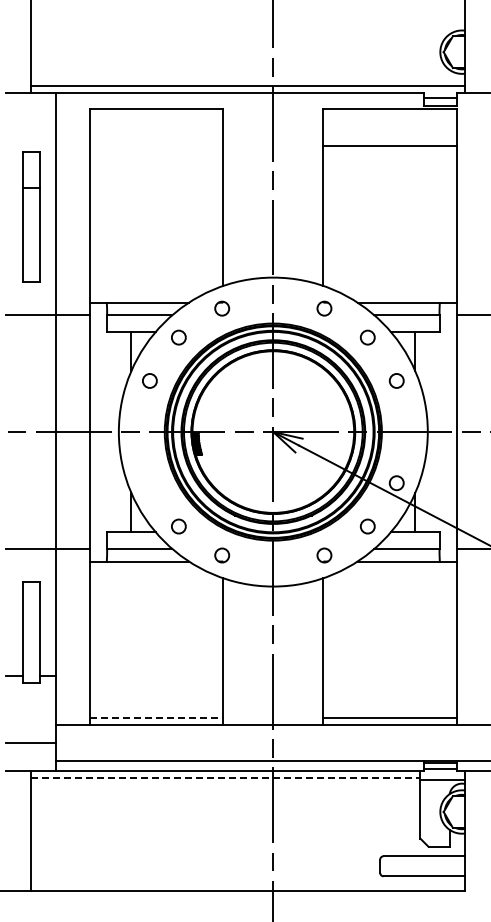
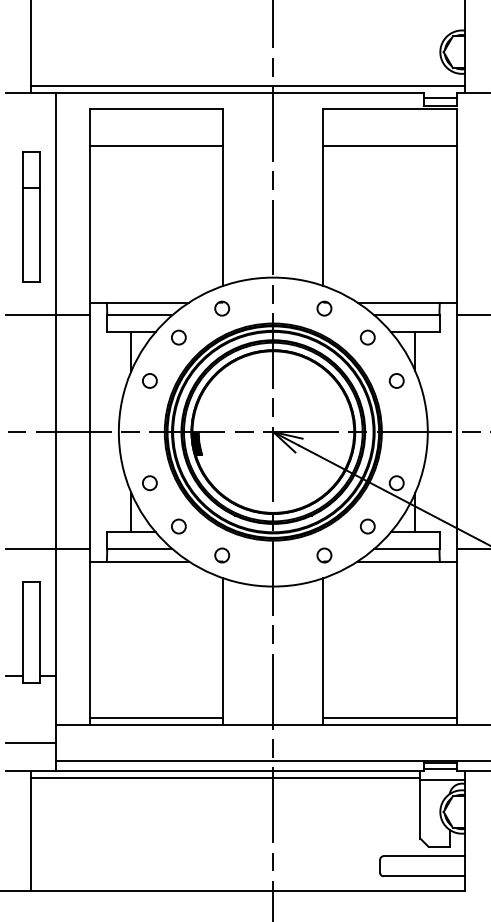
line at (156, 145): none -> present
circle at (149, 483): none -> present
line at (156, 718): dashed -> solid
line at (225, 777): dashed -> solid
